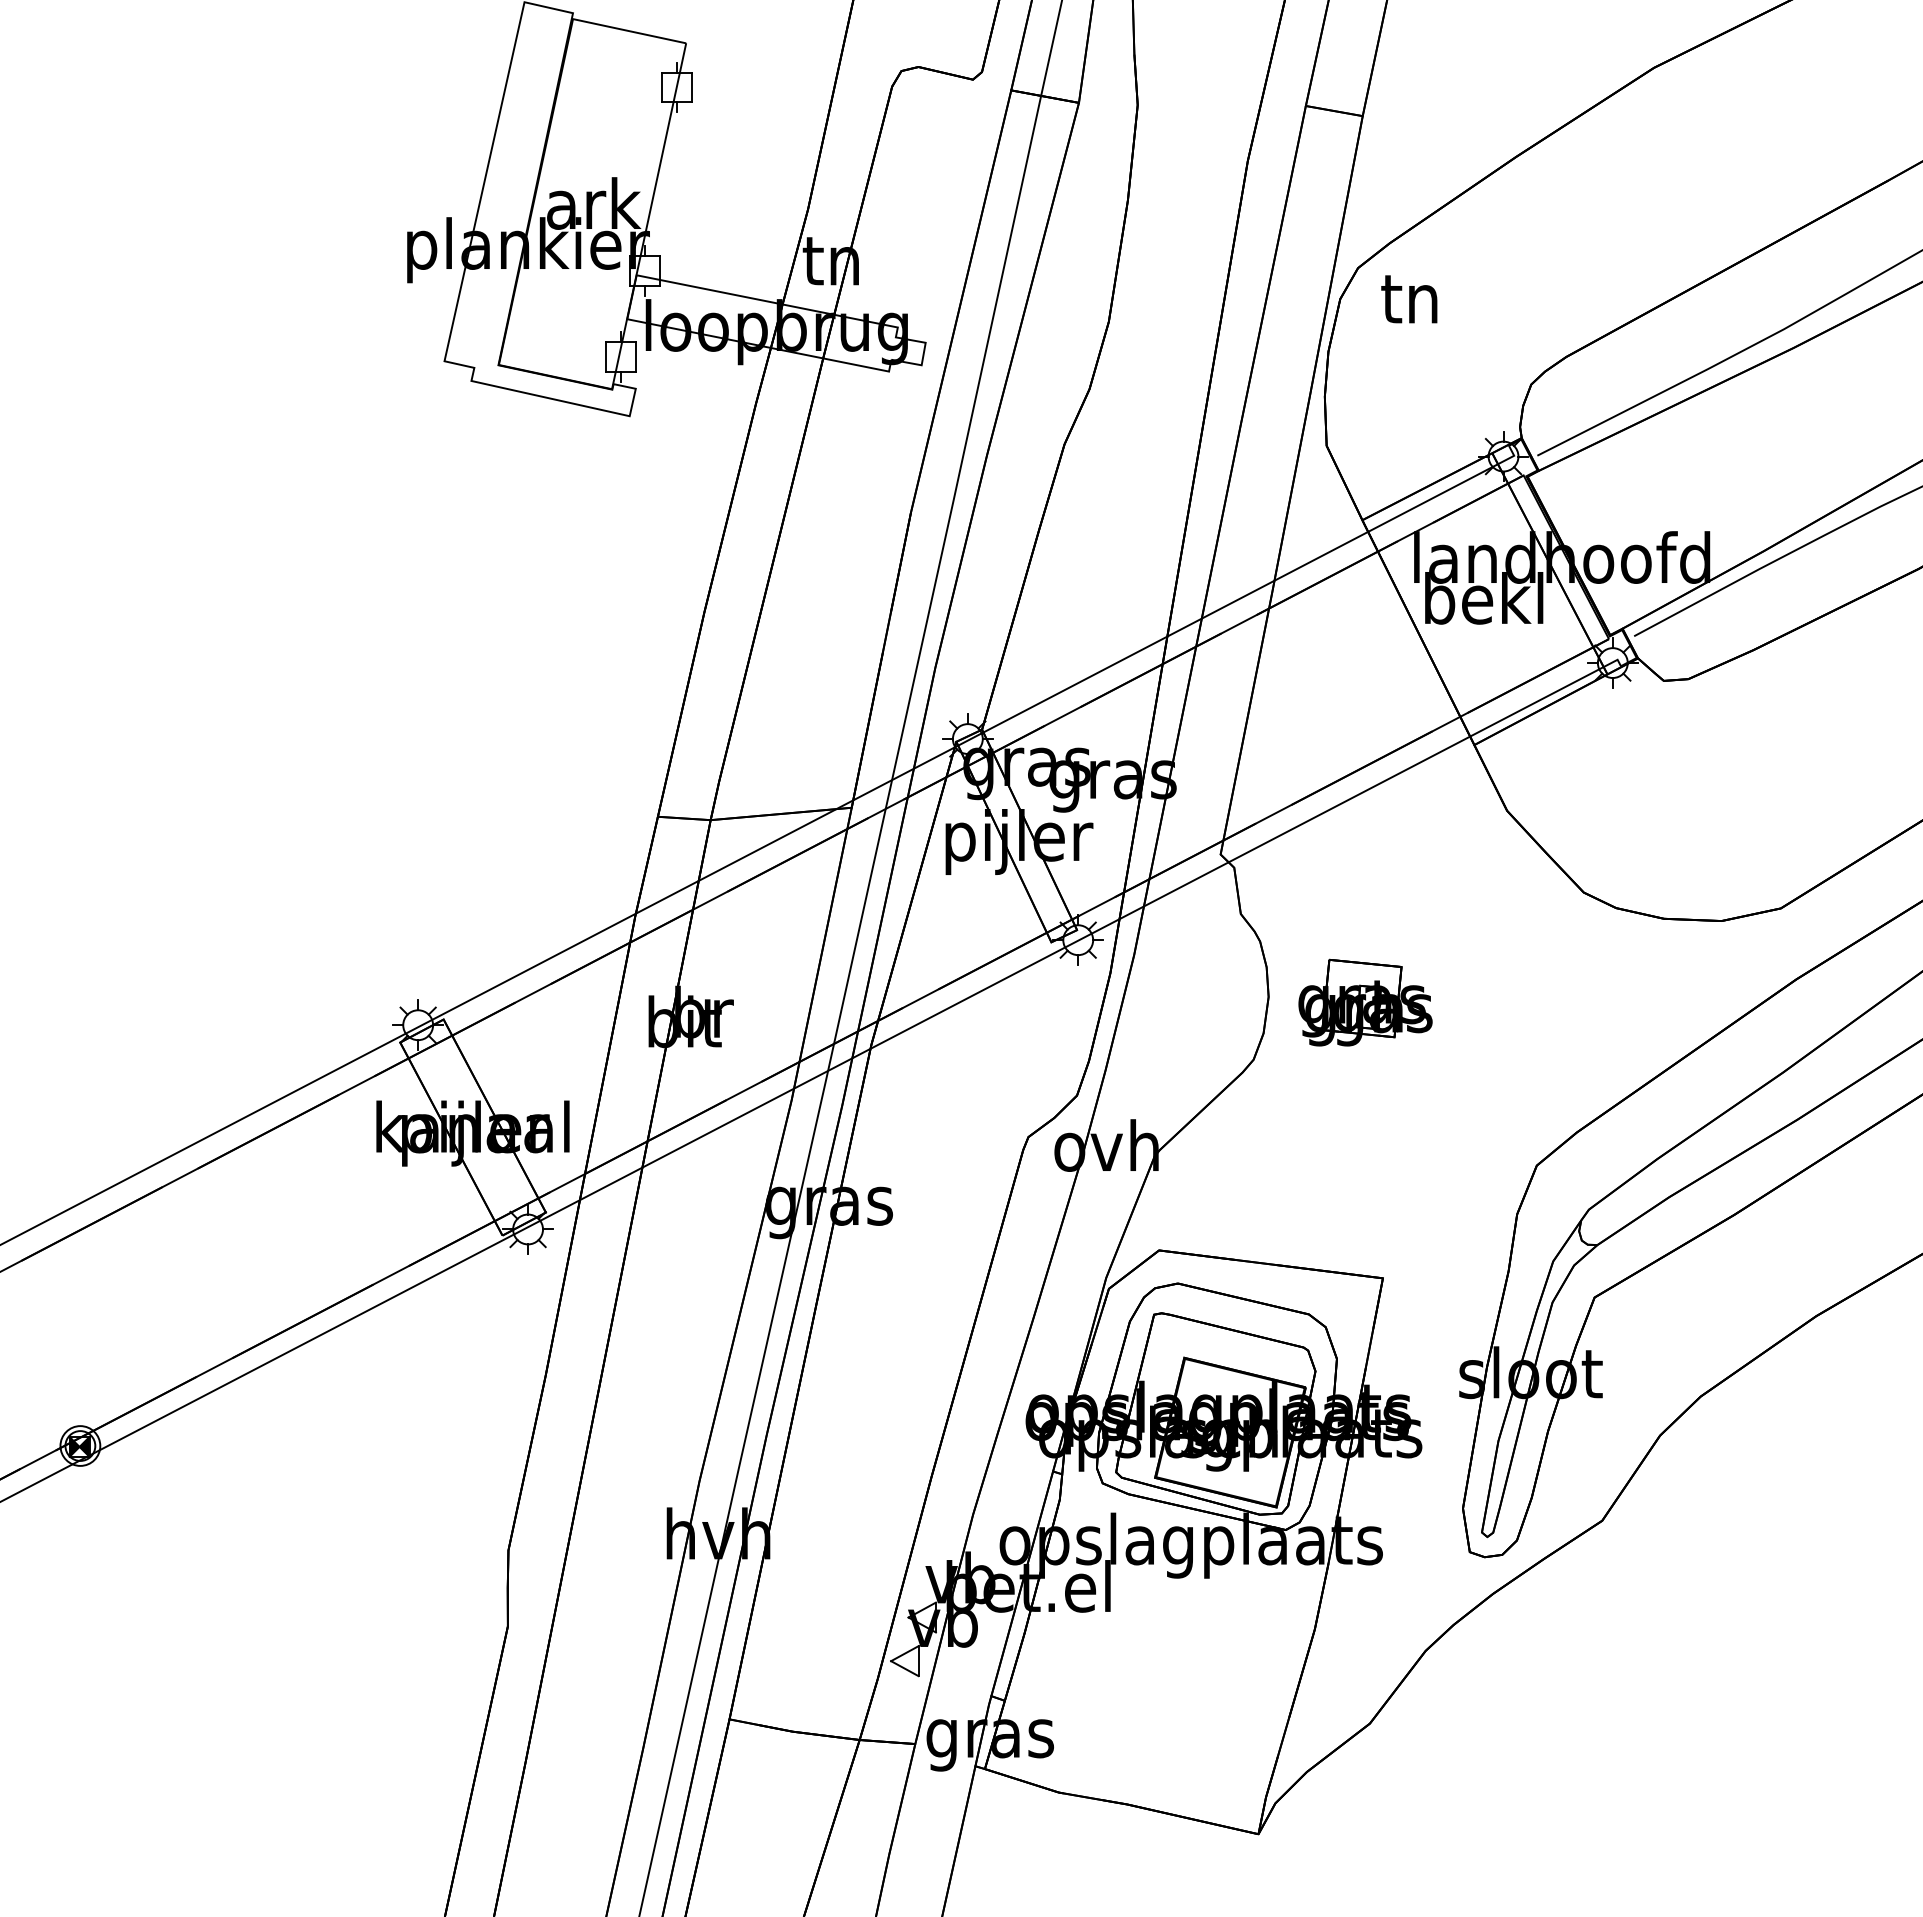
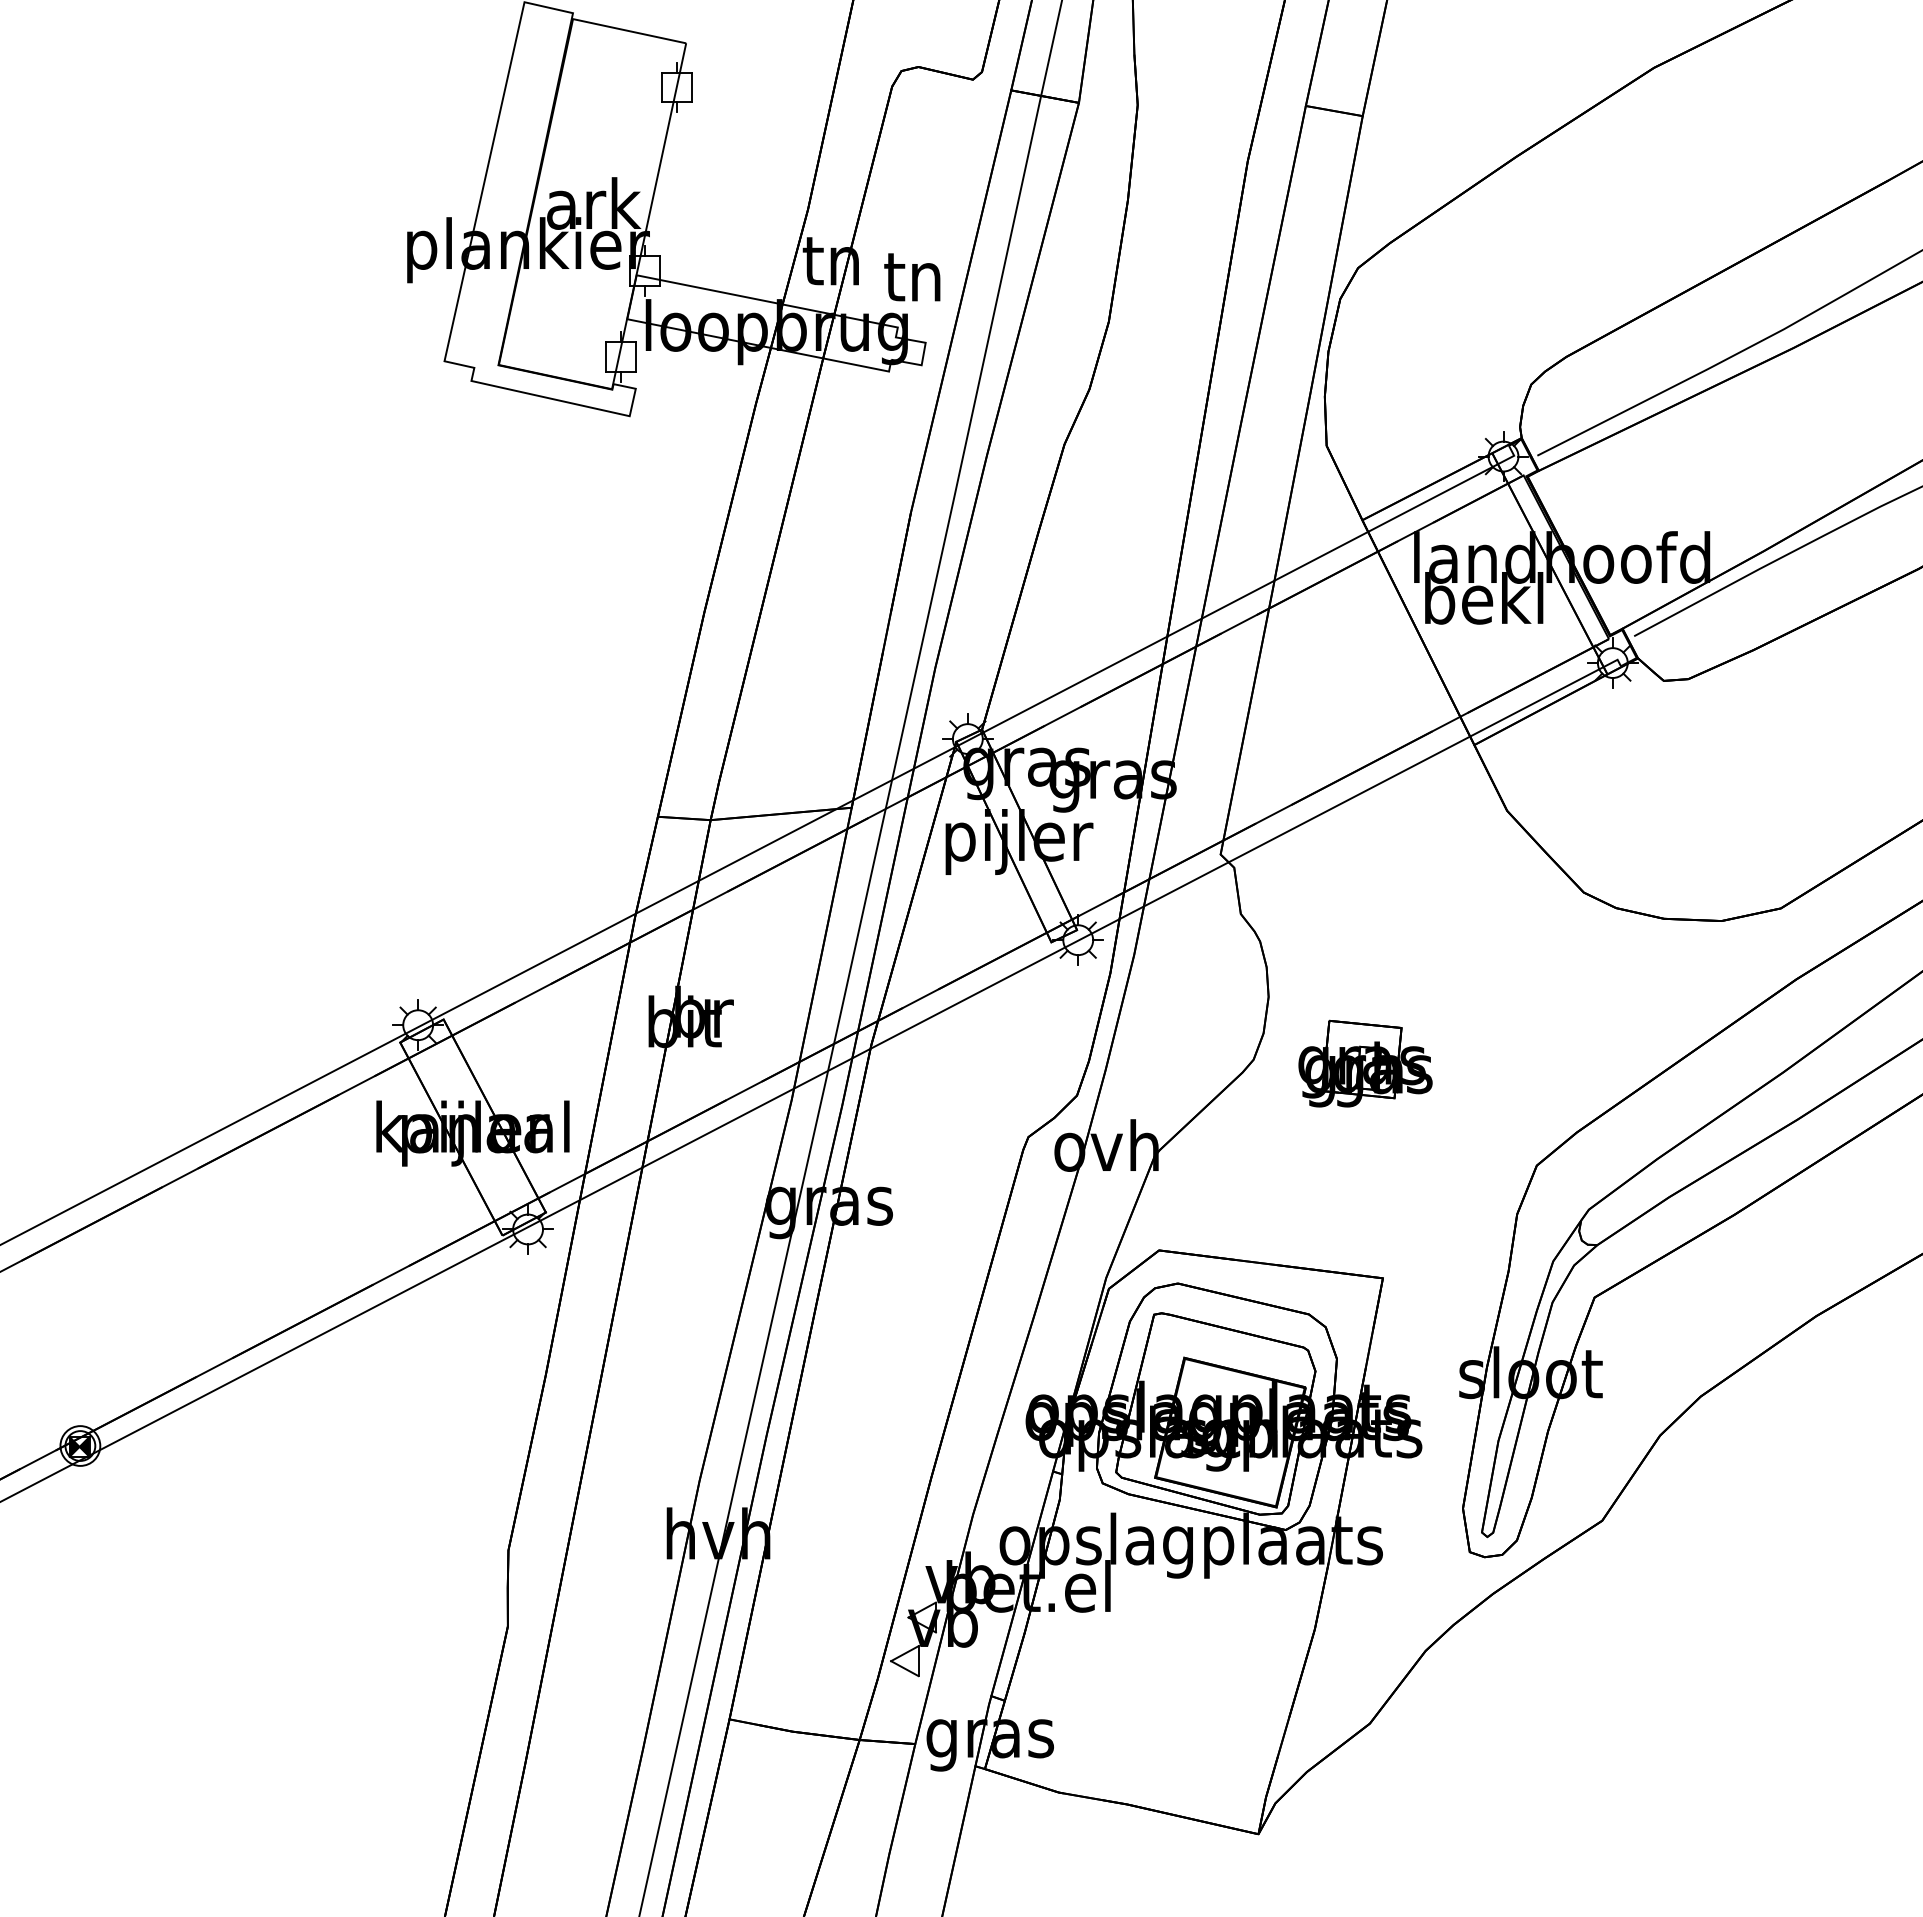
text at (1409, 299) position: (1409, 299) -> (912, 277)
part at (1365, 1002) position: (1365, 1002) -> (1365, 1063)
